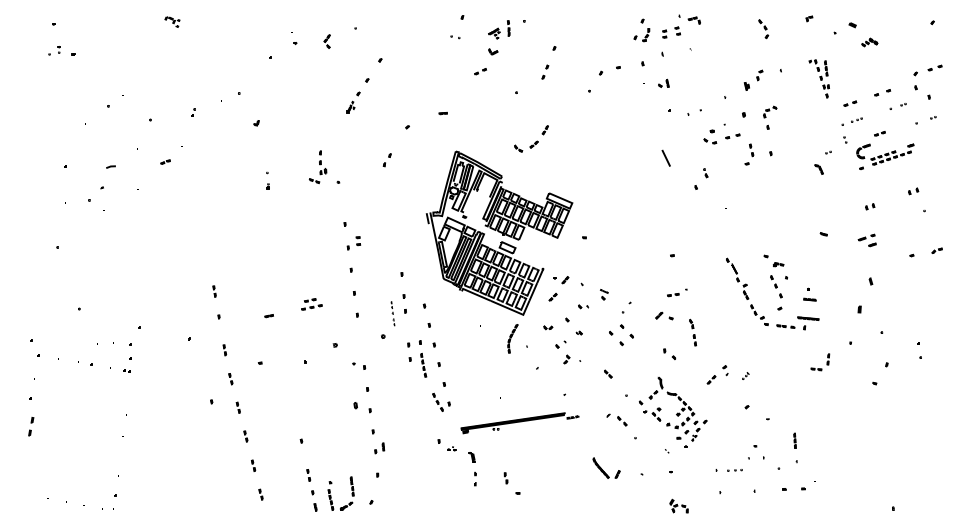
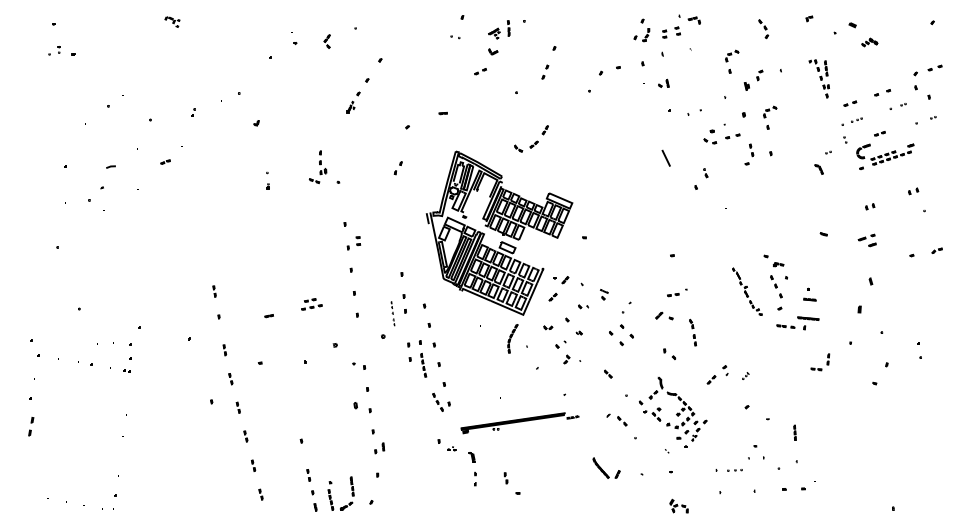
part at (732, 61): none -> present
part at (386, 160) position: (386, 160) -> (397, 168)
part at (747, 291) size: 43x69 px -> 31x49 px
part at (794, 440) position: (794, 440) -> (794, 432)
